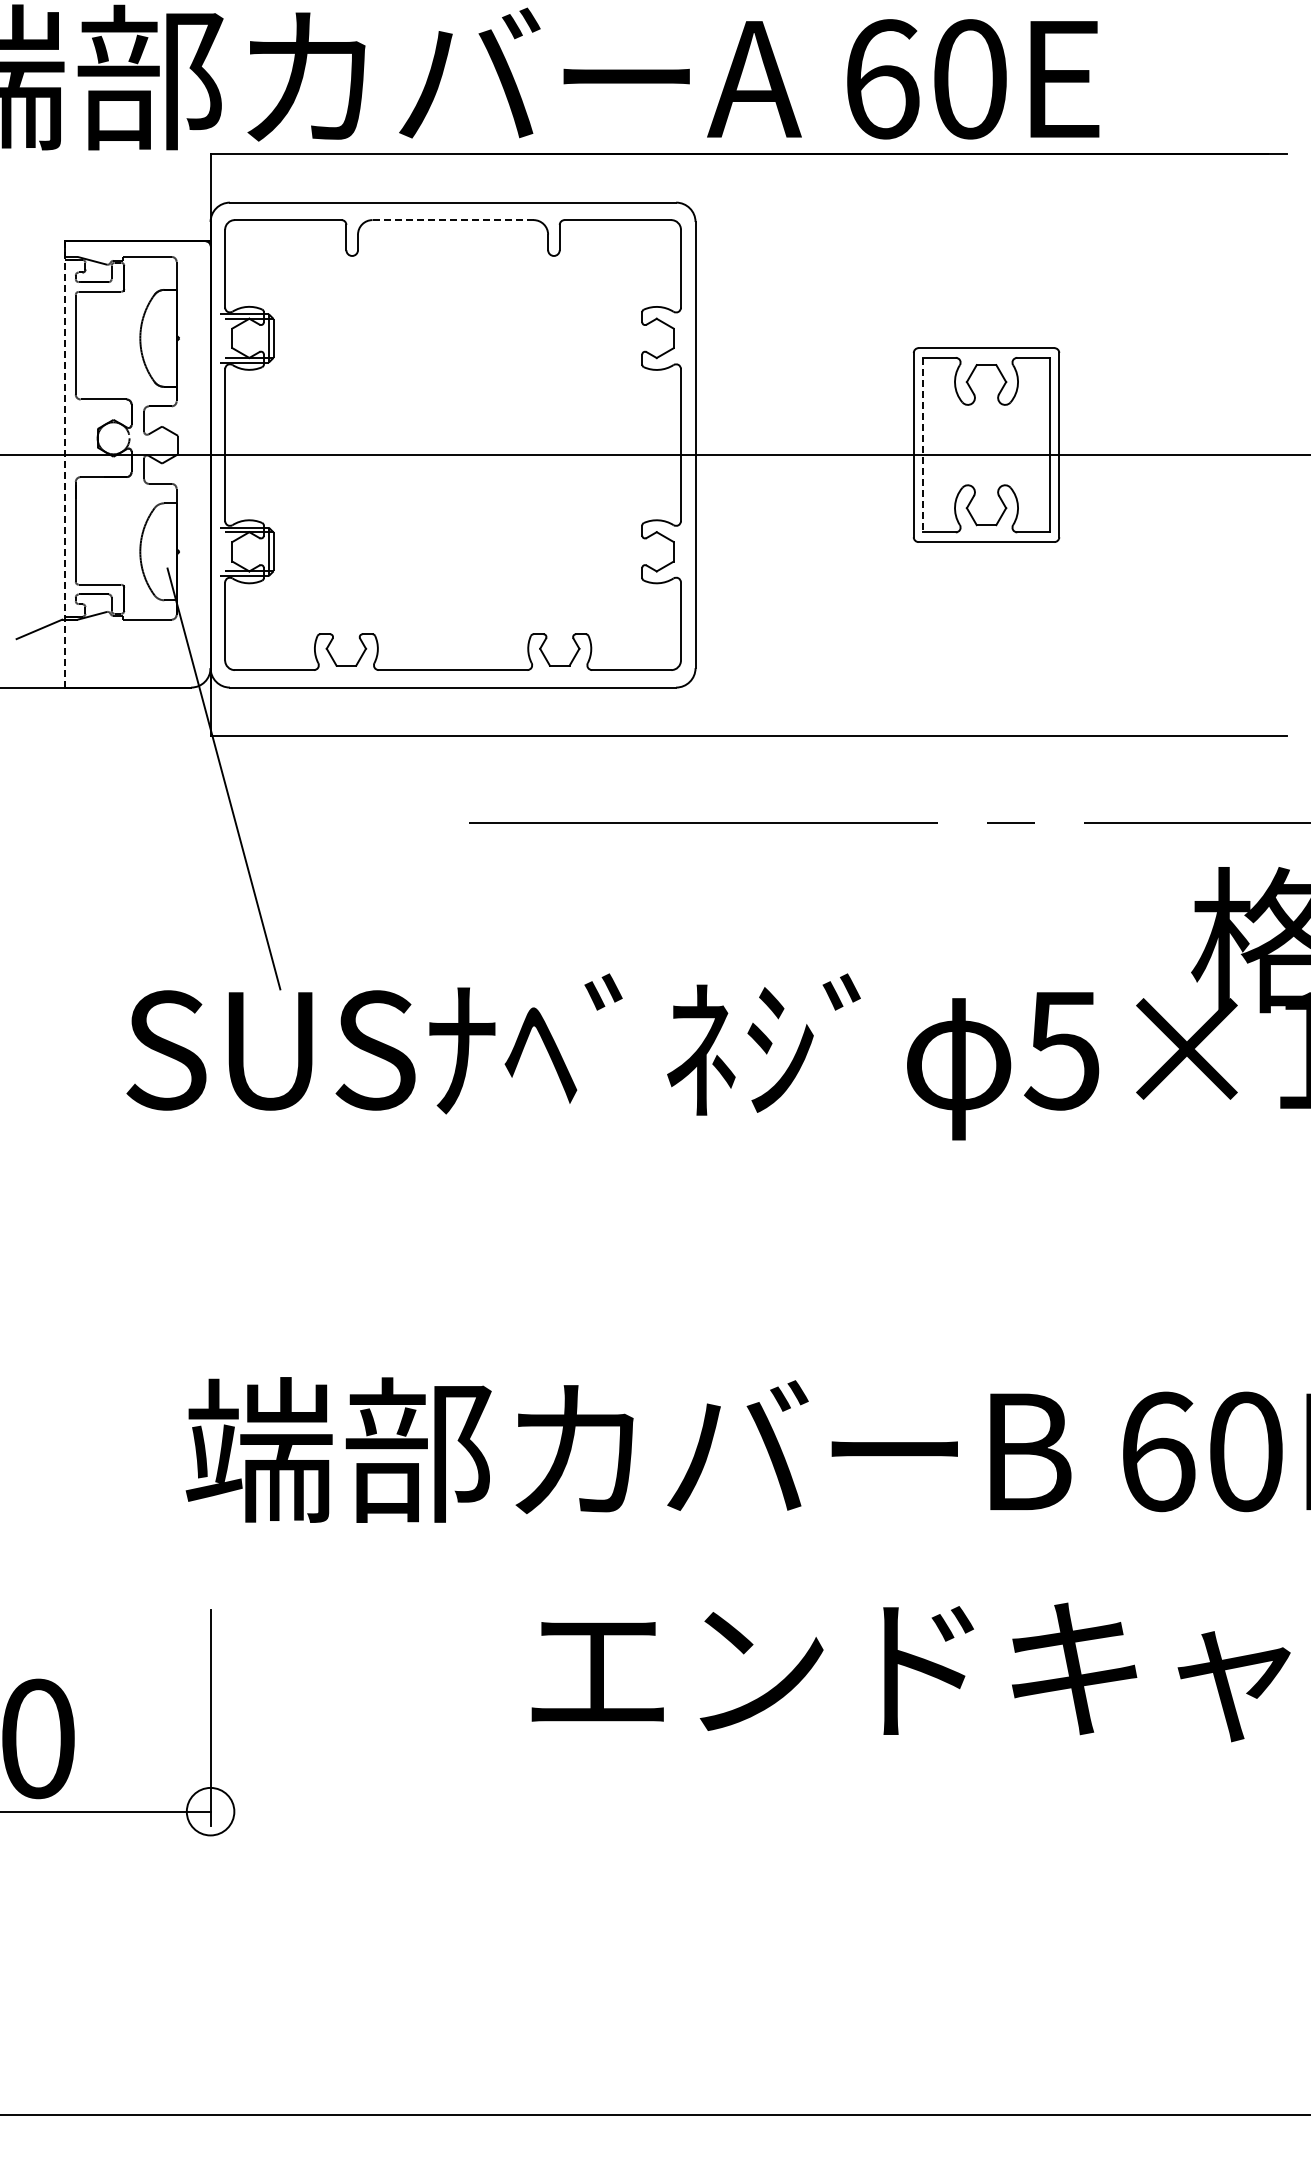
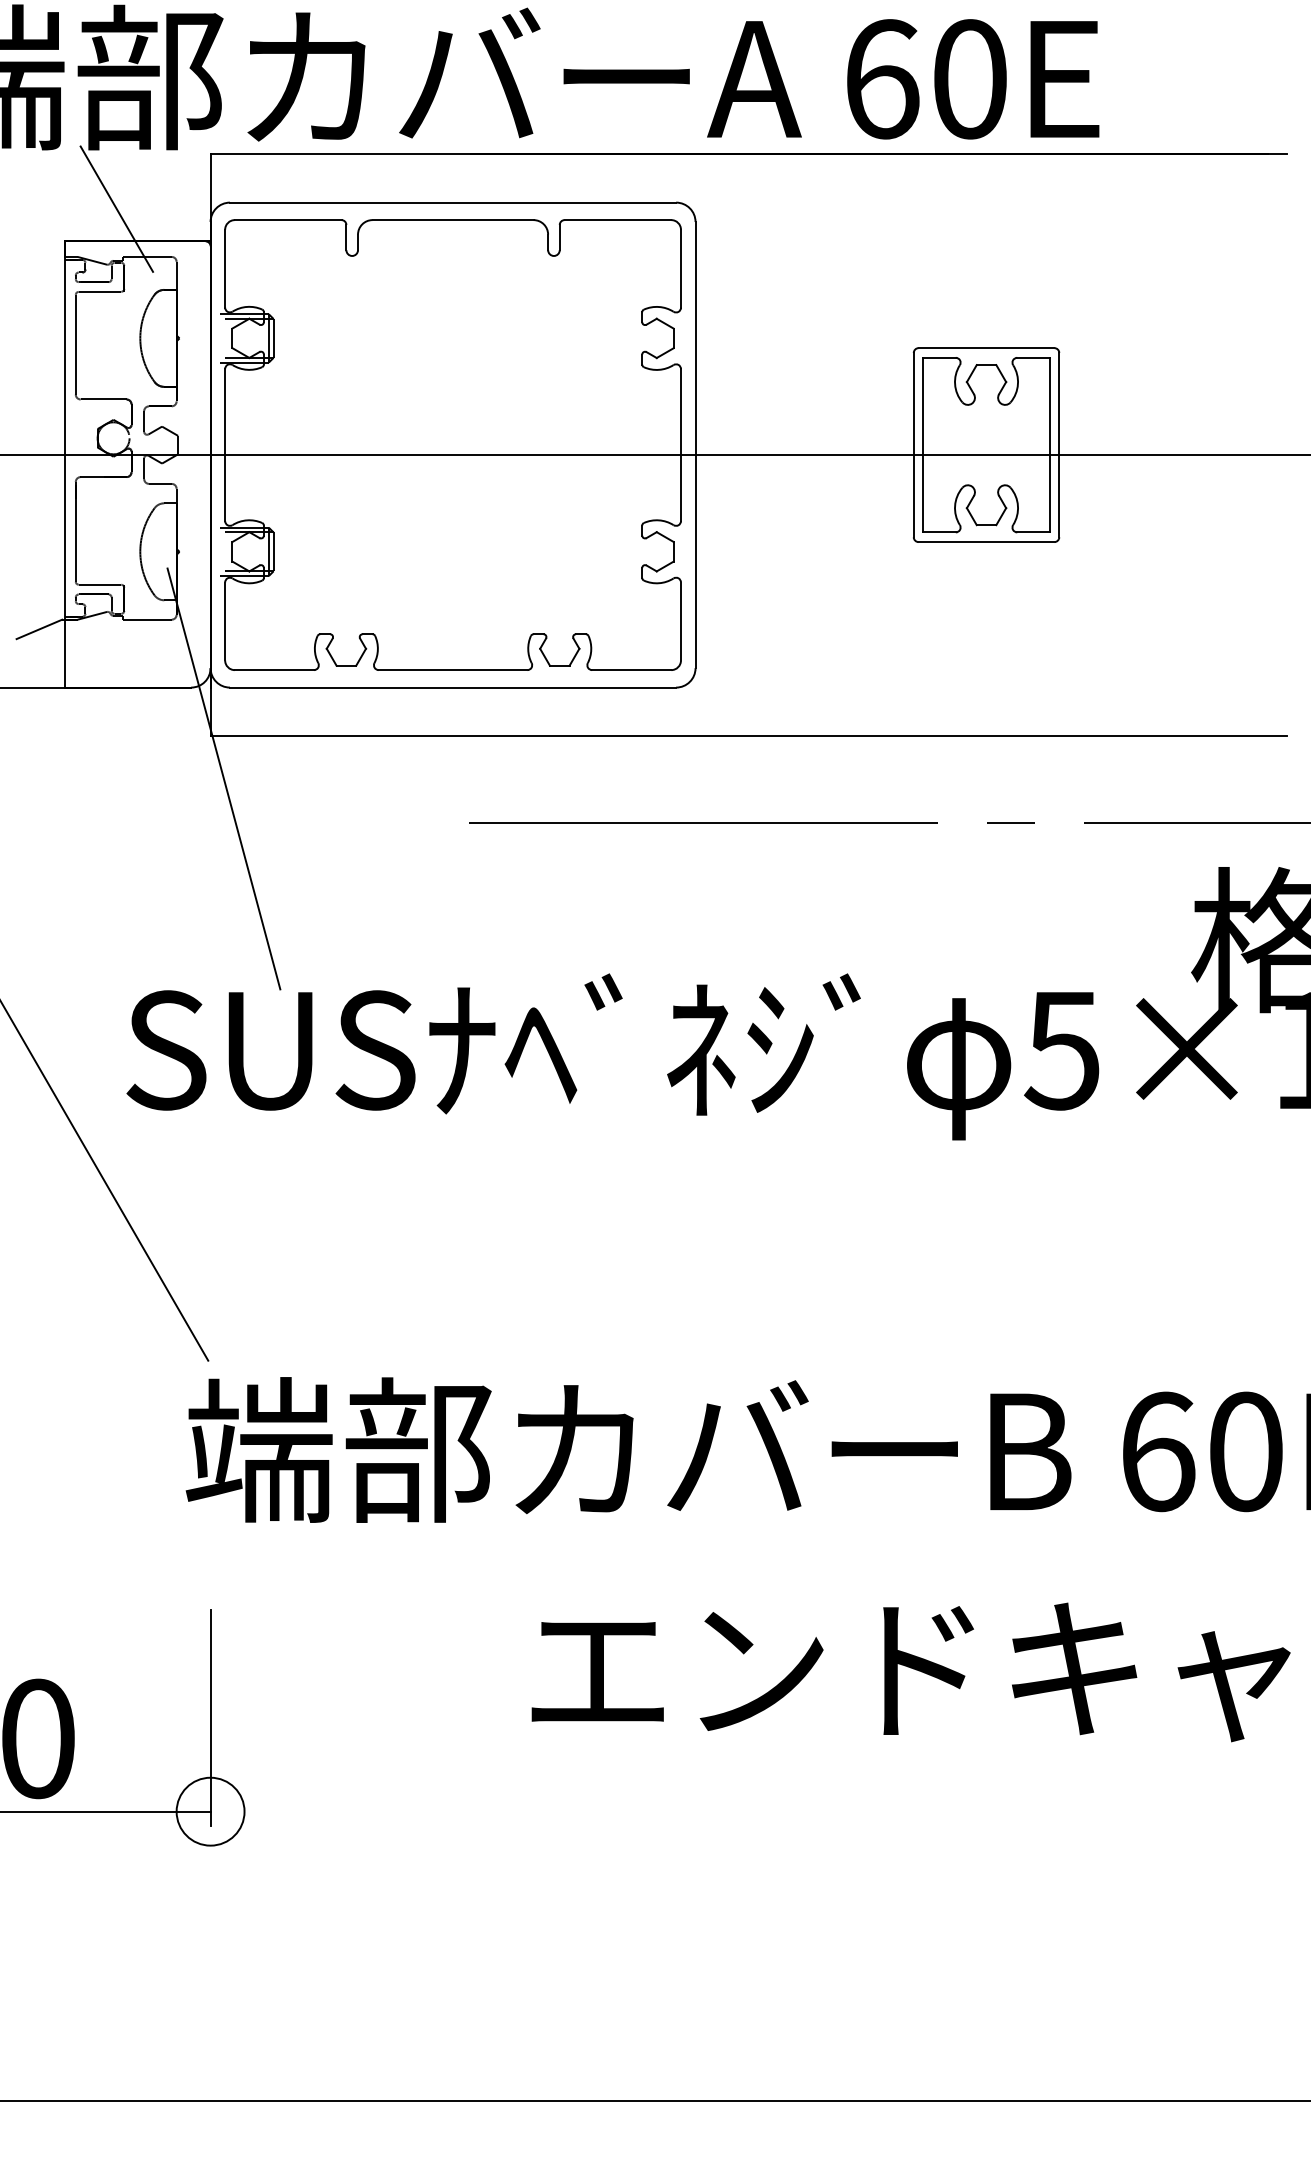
line at (116, 208): none -> present
line at (453, 220): dashed -> solid
line at (923, 445): dashed -> solid
line at (65, 465): dashed -> solid
line at (105, 1181): none -> present
circle at (210, 1811) diameter: 48 px -> 68 px
line at (654, 2115) position: (654, 2115) -> (654, 2101)
